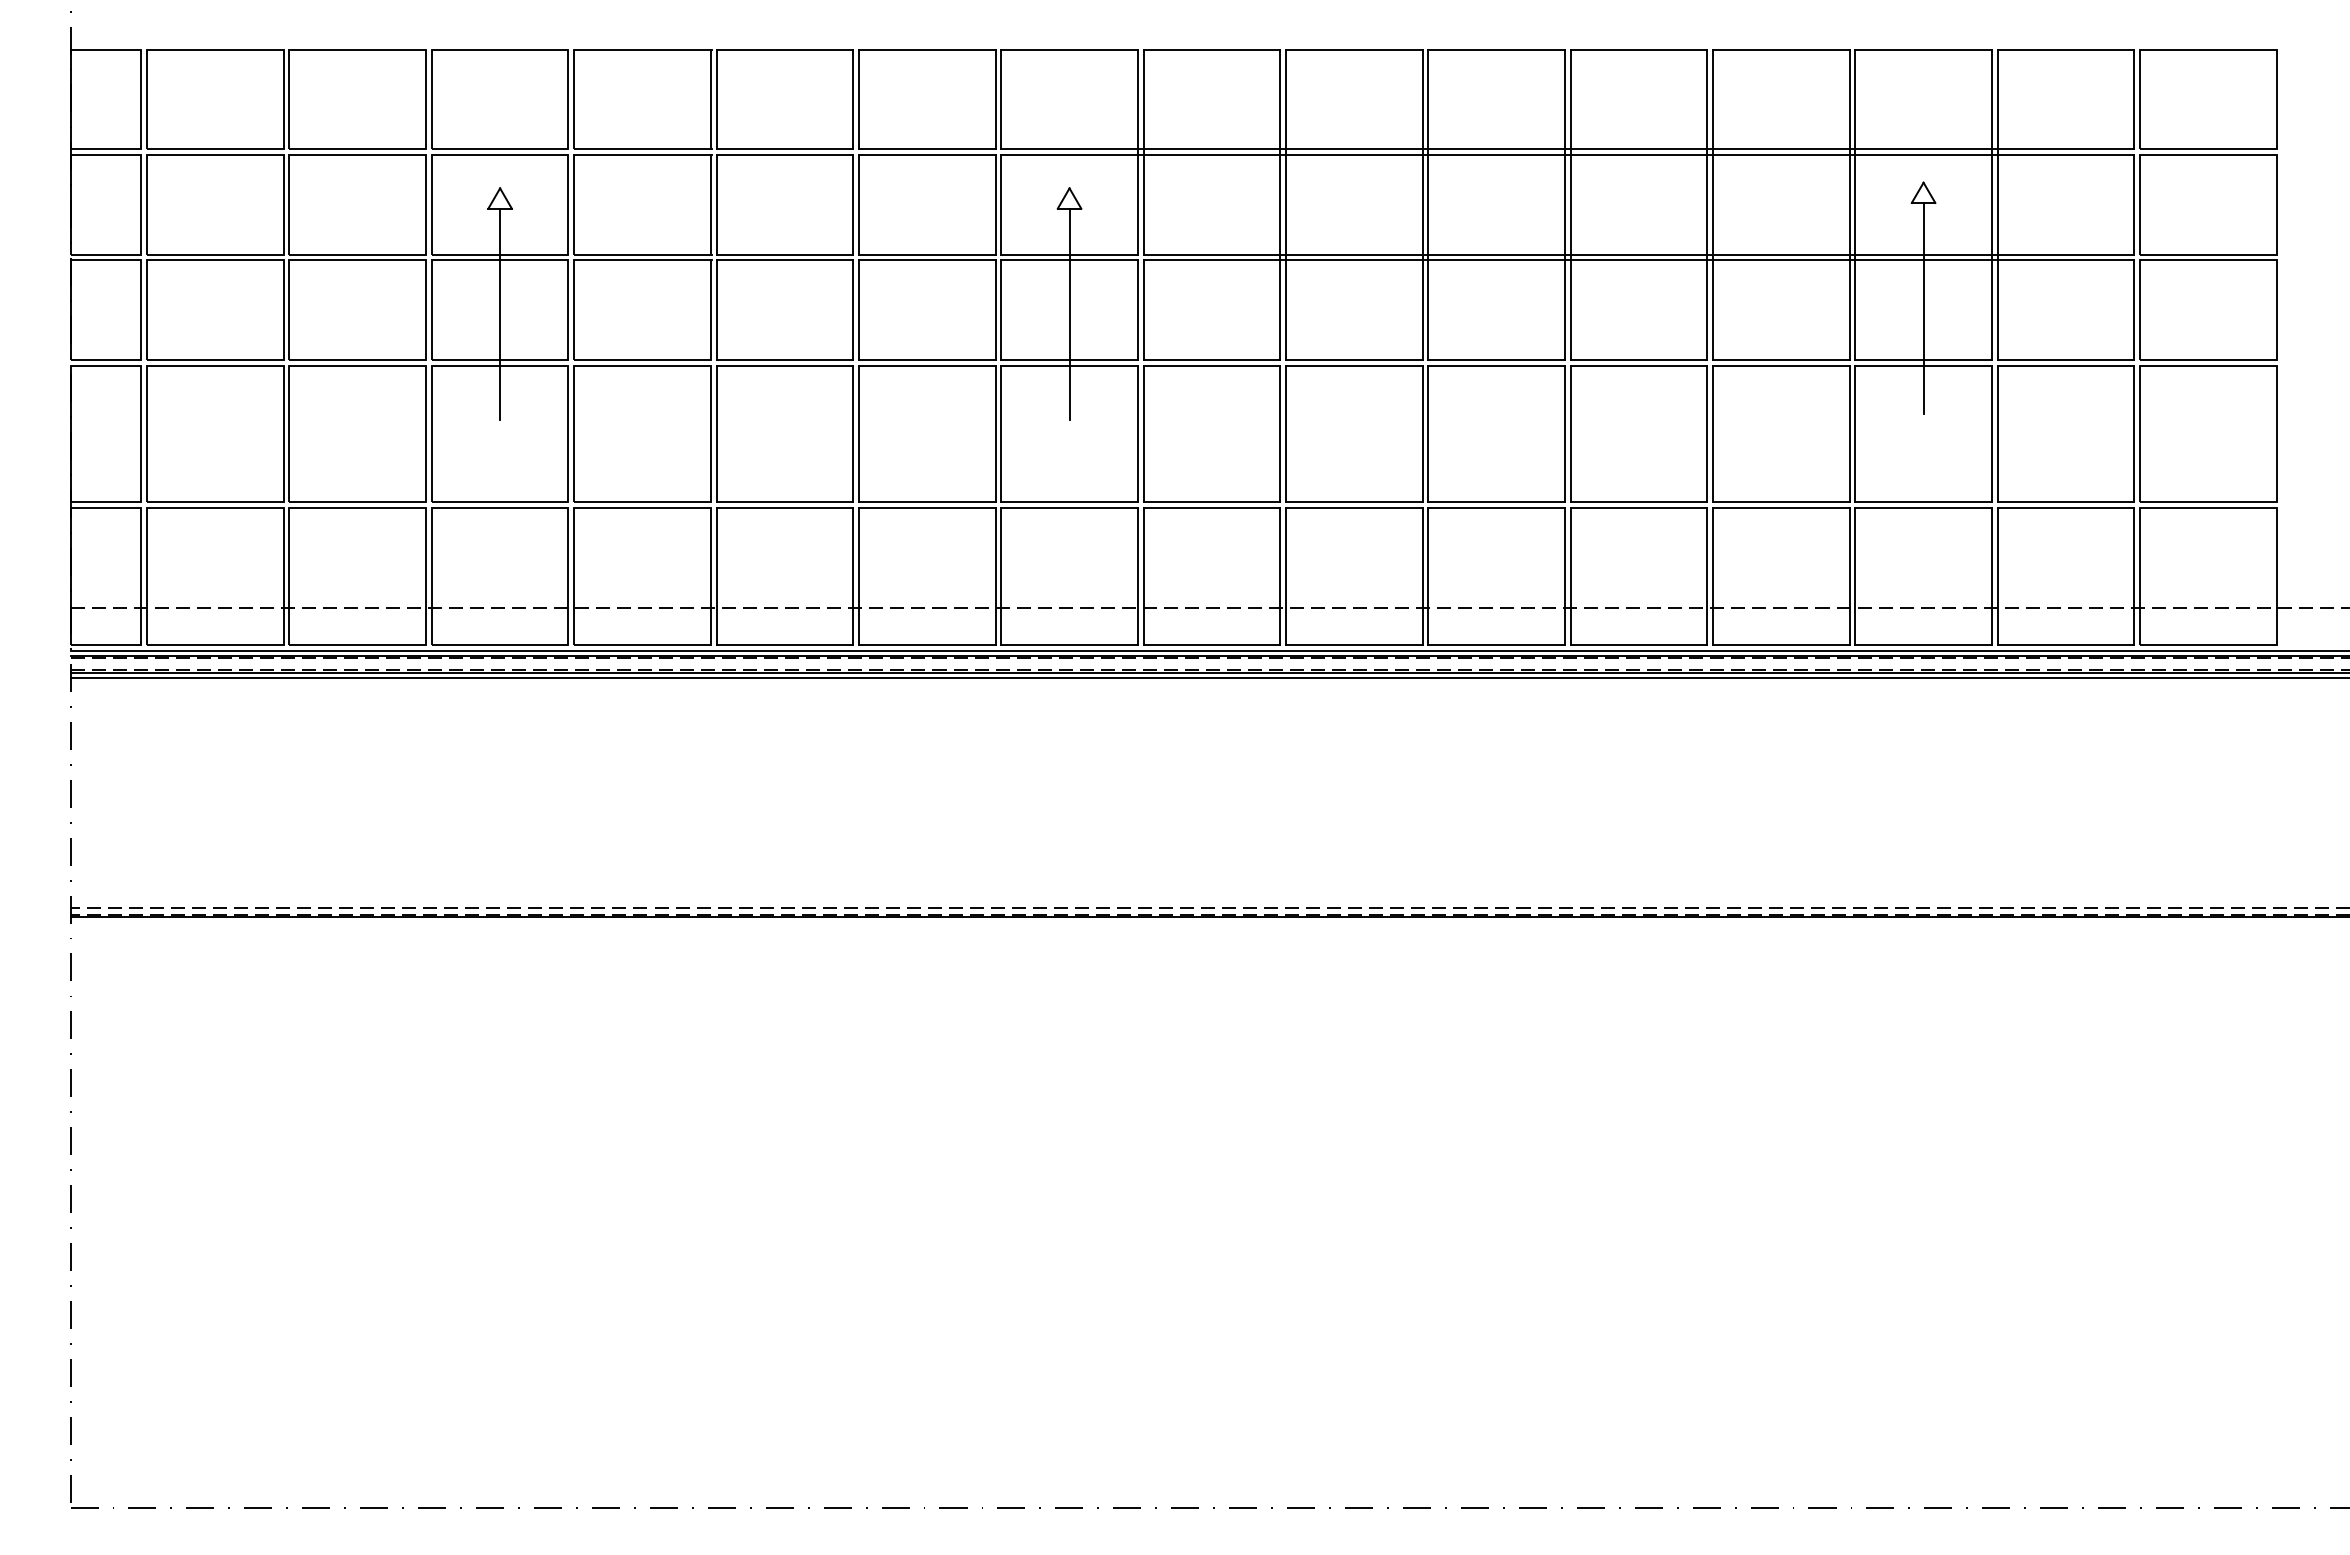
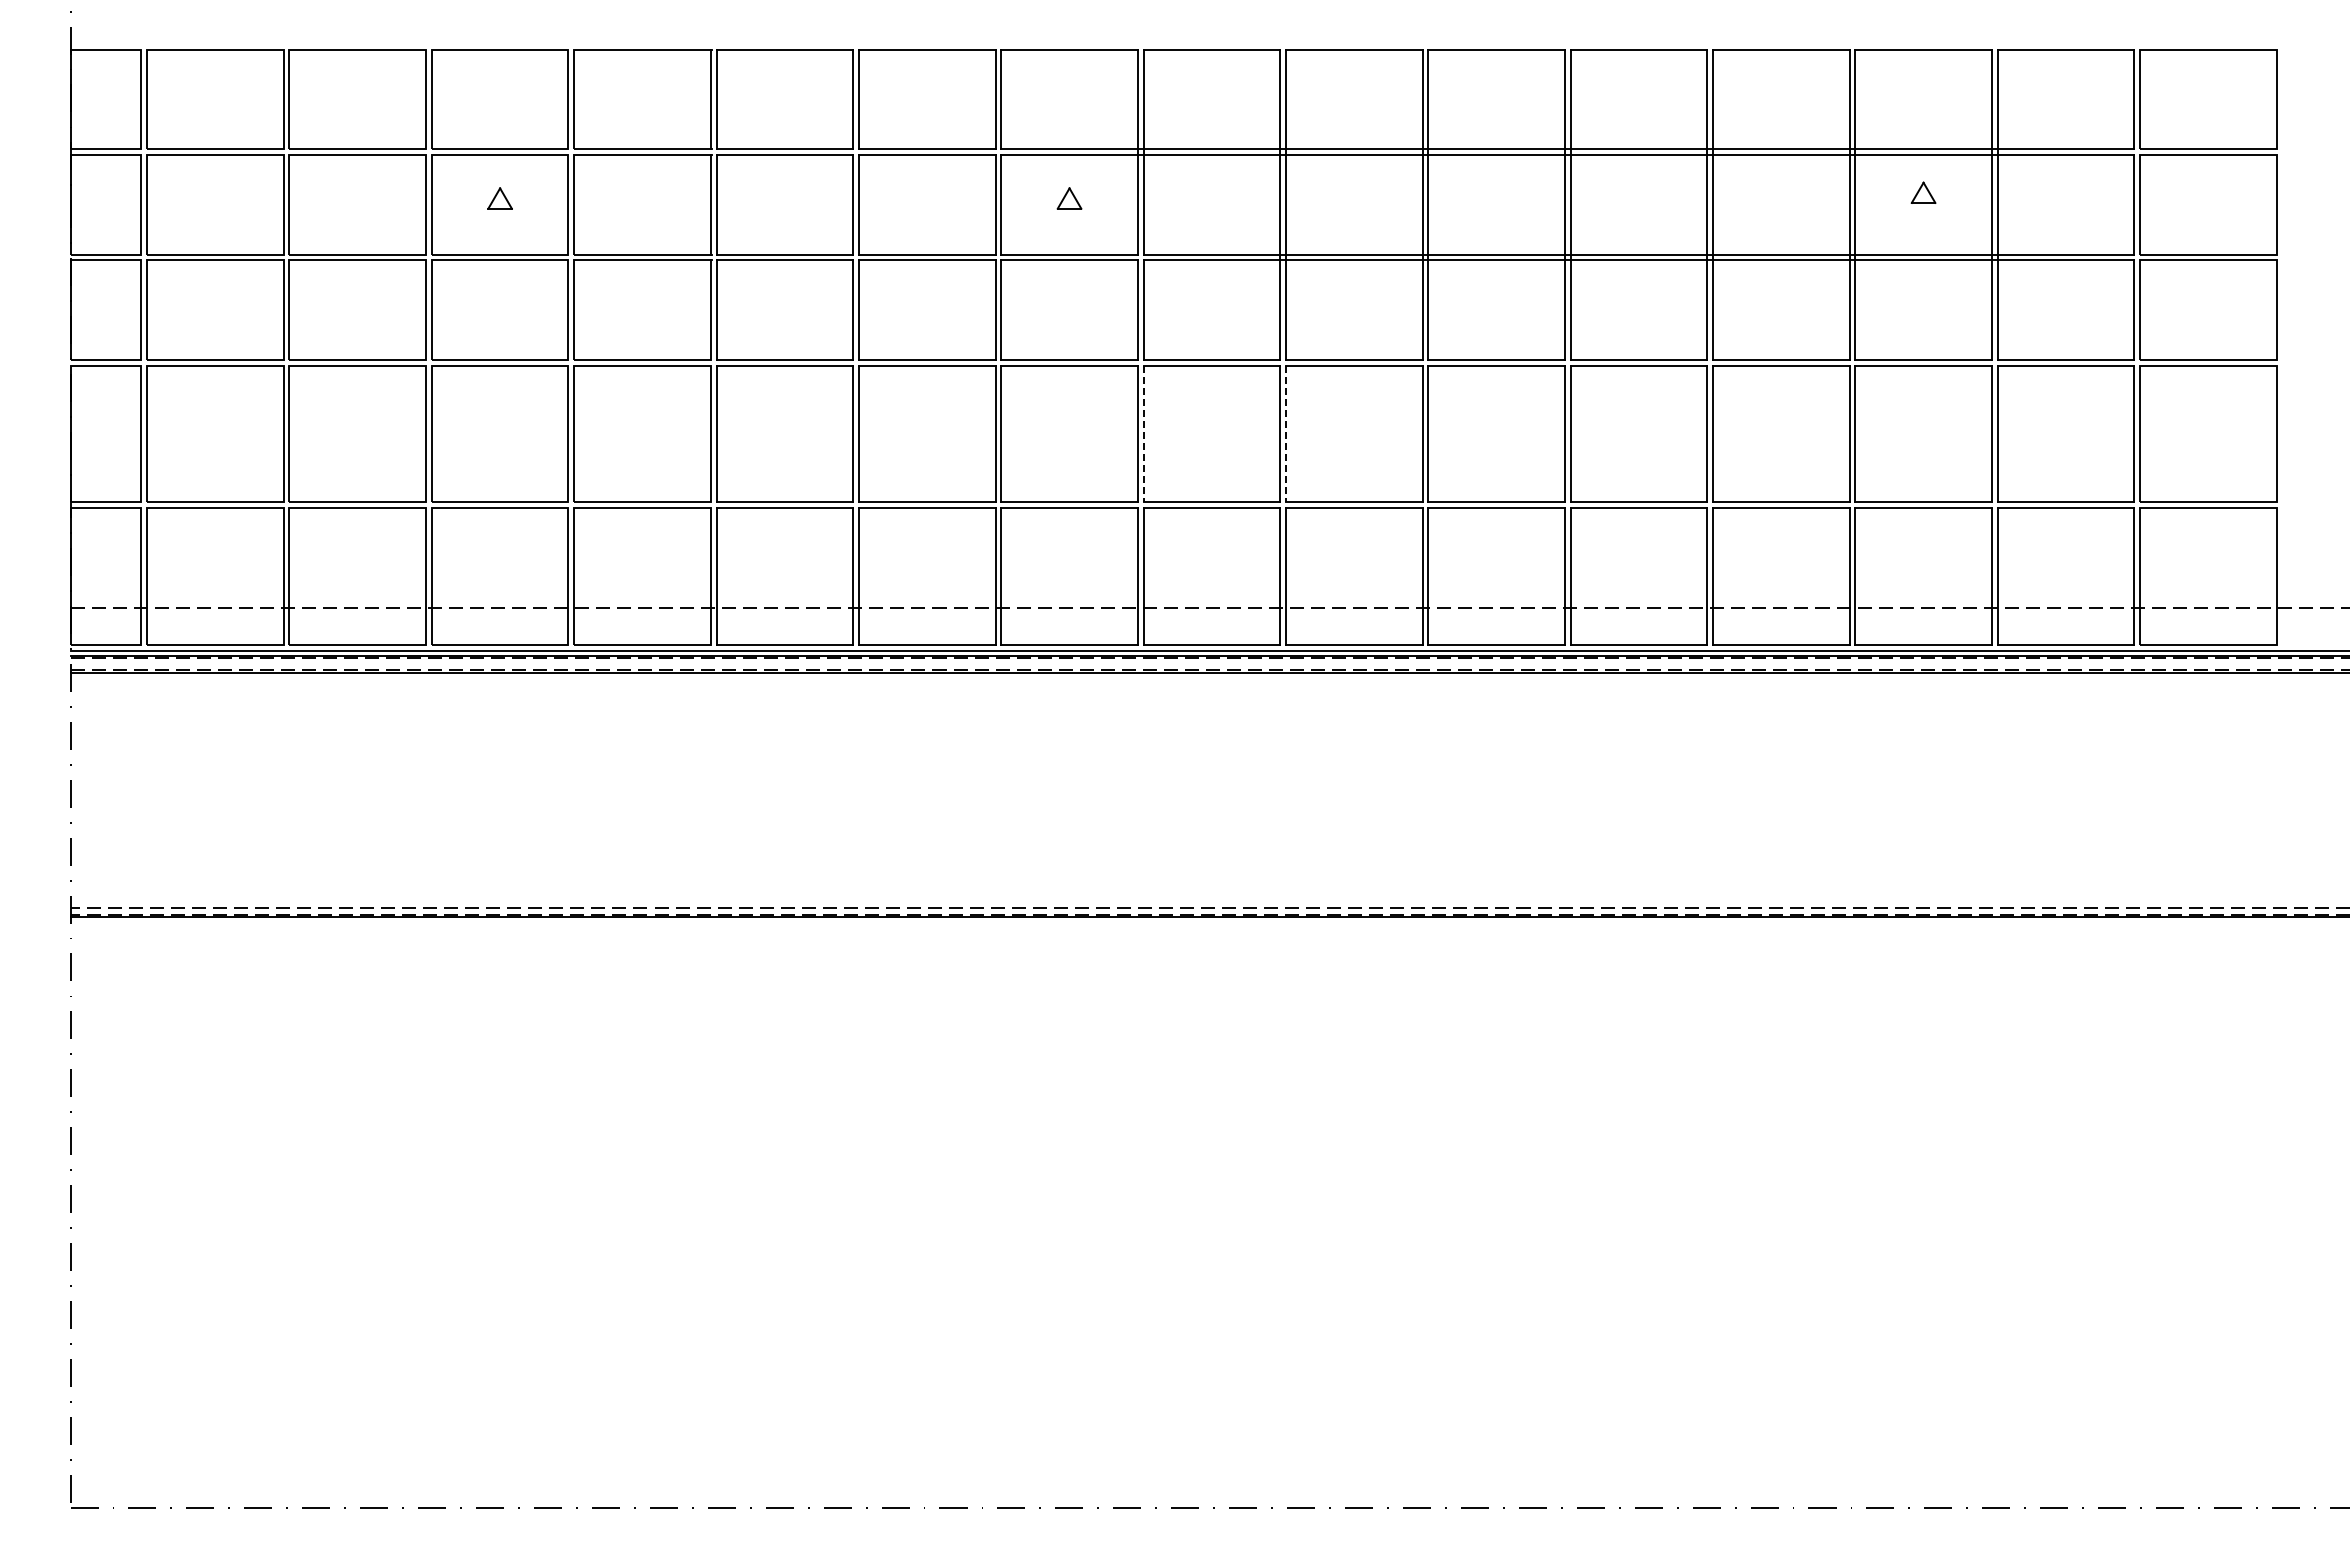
line at (1923, 307): present -> none
line at (500, 313): present -> none
line at (1069, 313): present -> none
line at (1143, 434): solid -> dashed
line at (1285, 434): solid -> dashed
line at (1208, 677): present -> none
